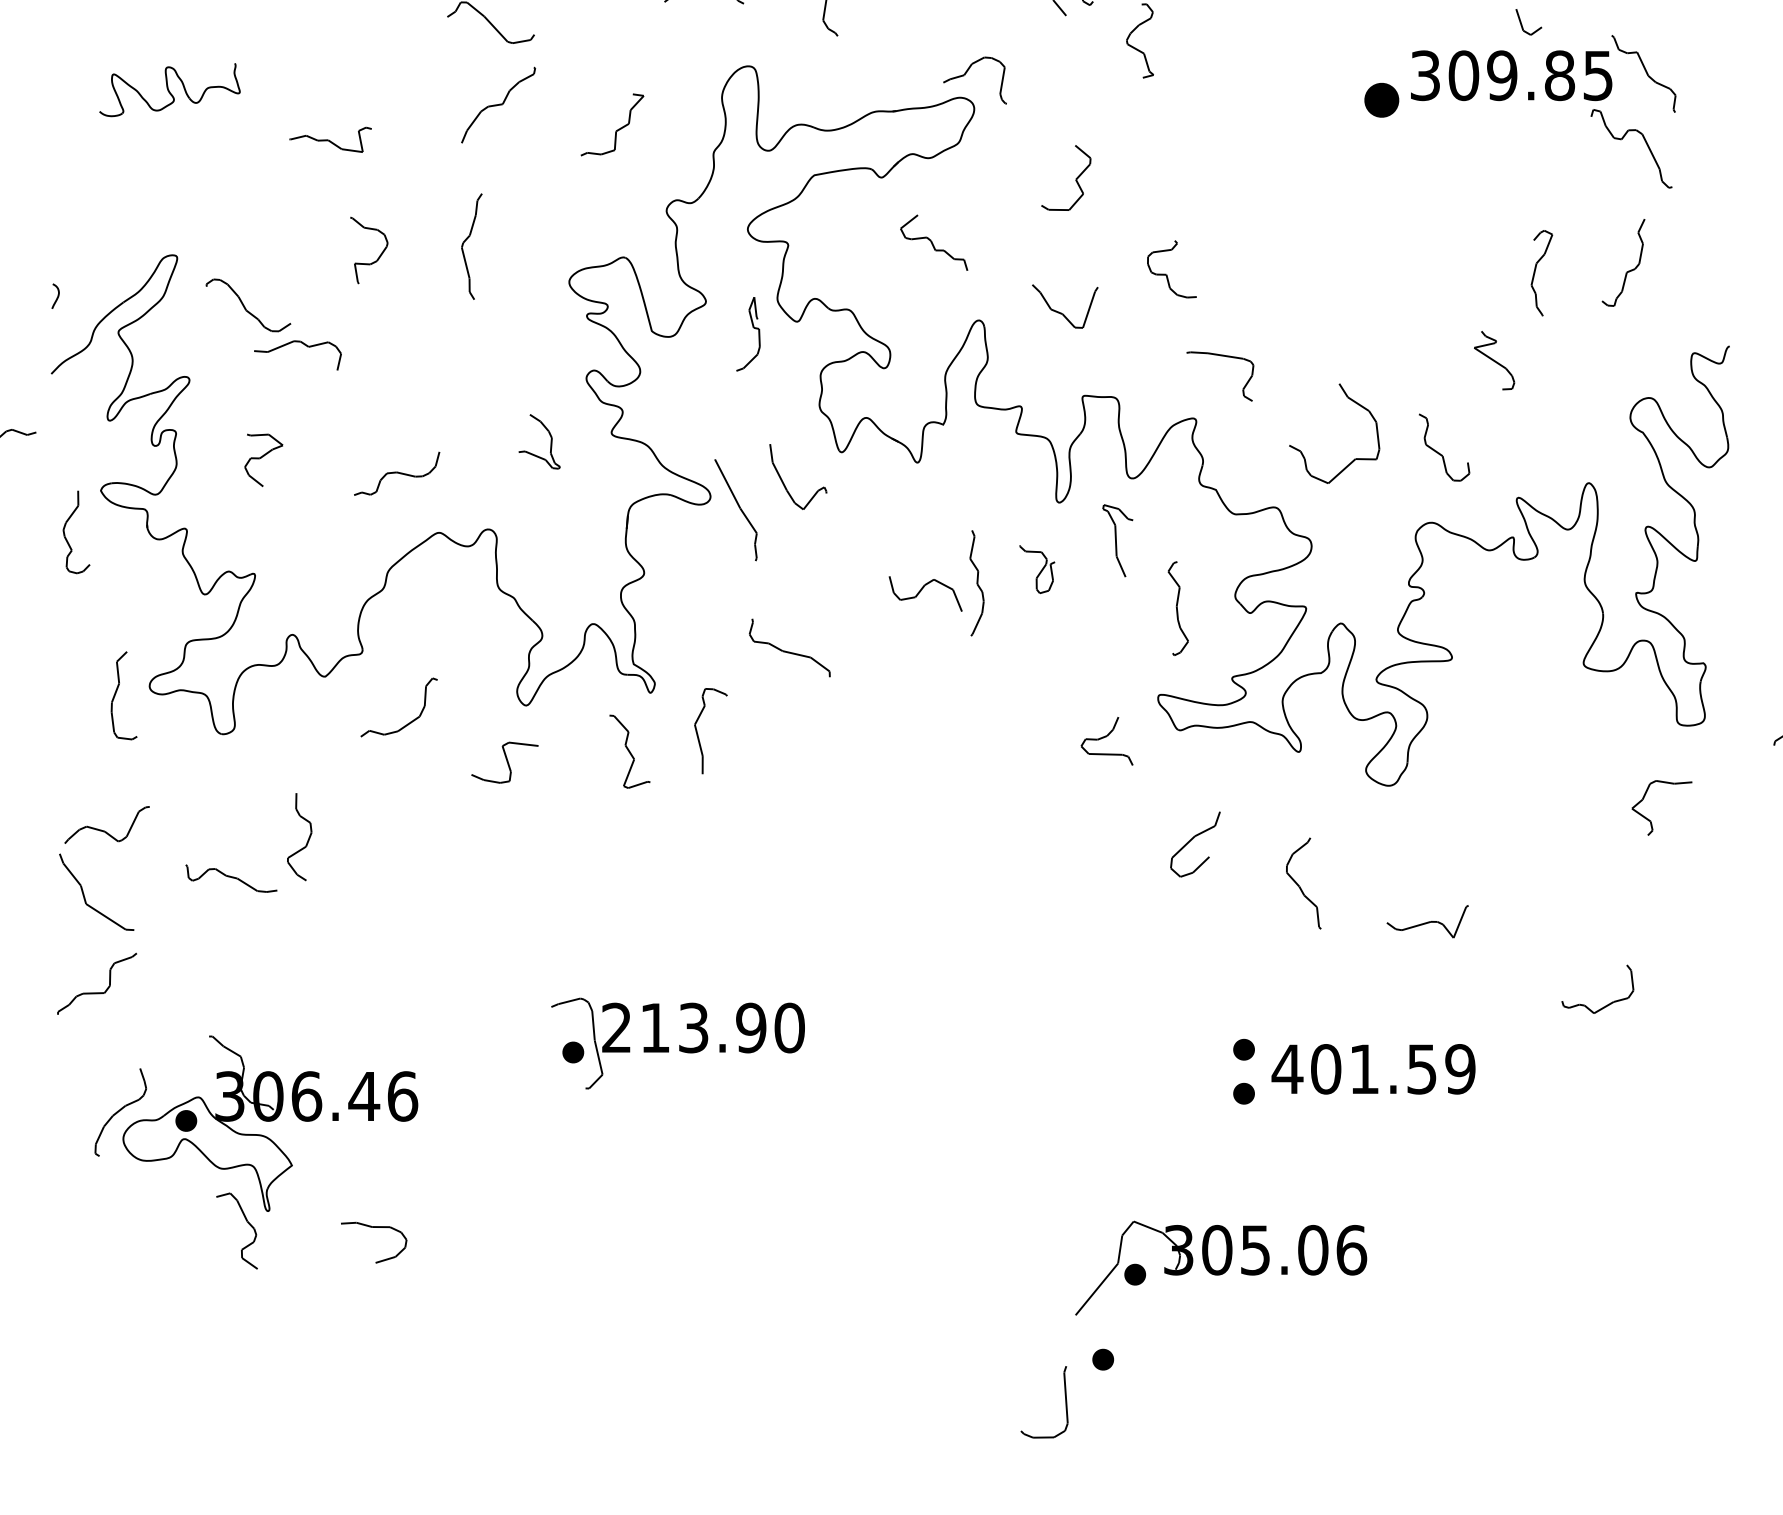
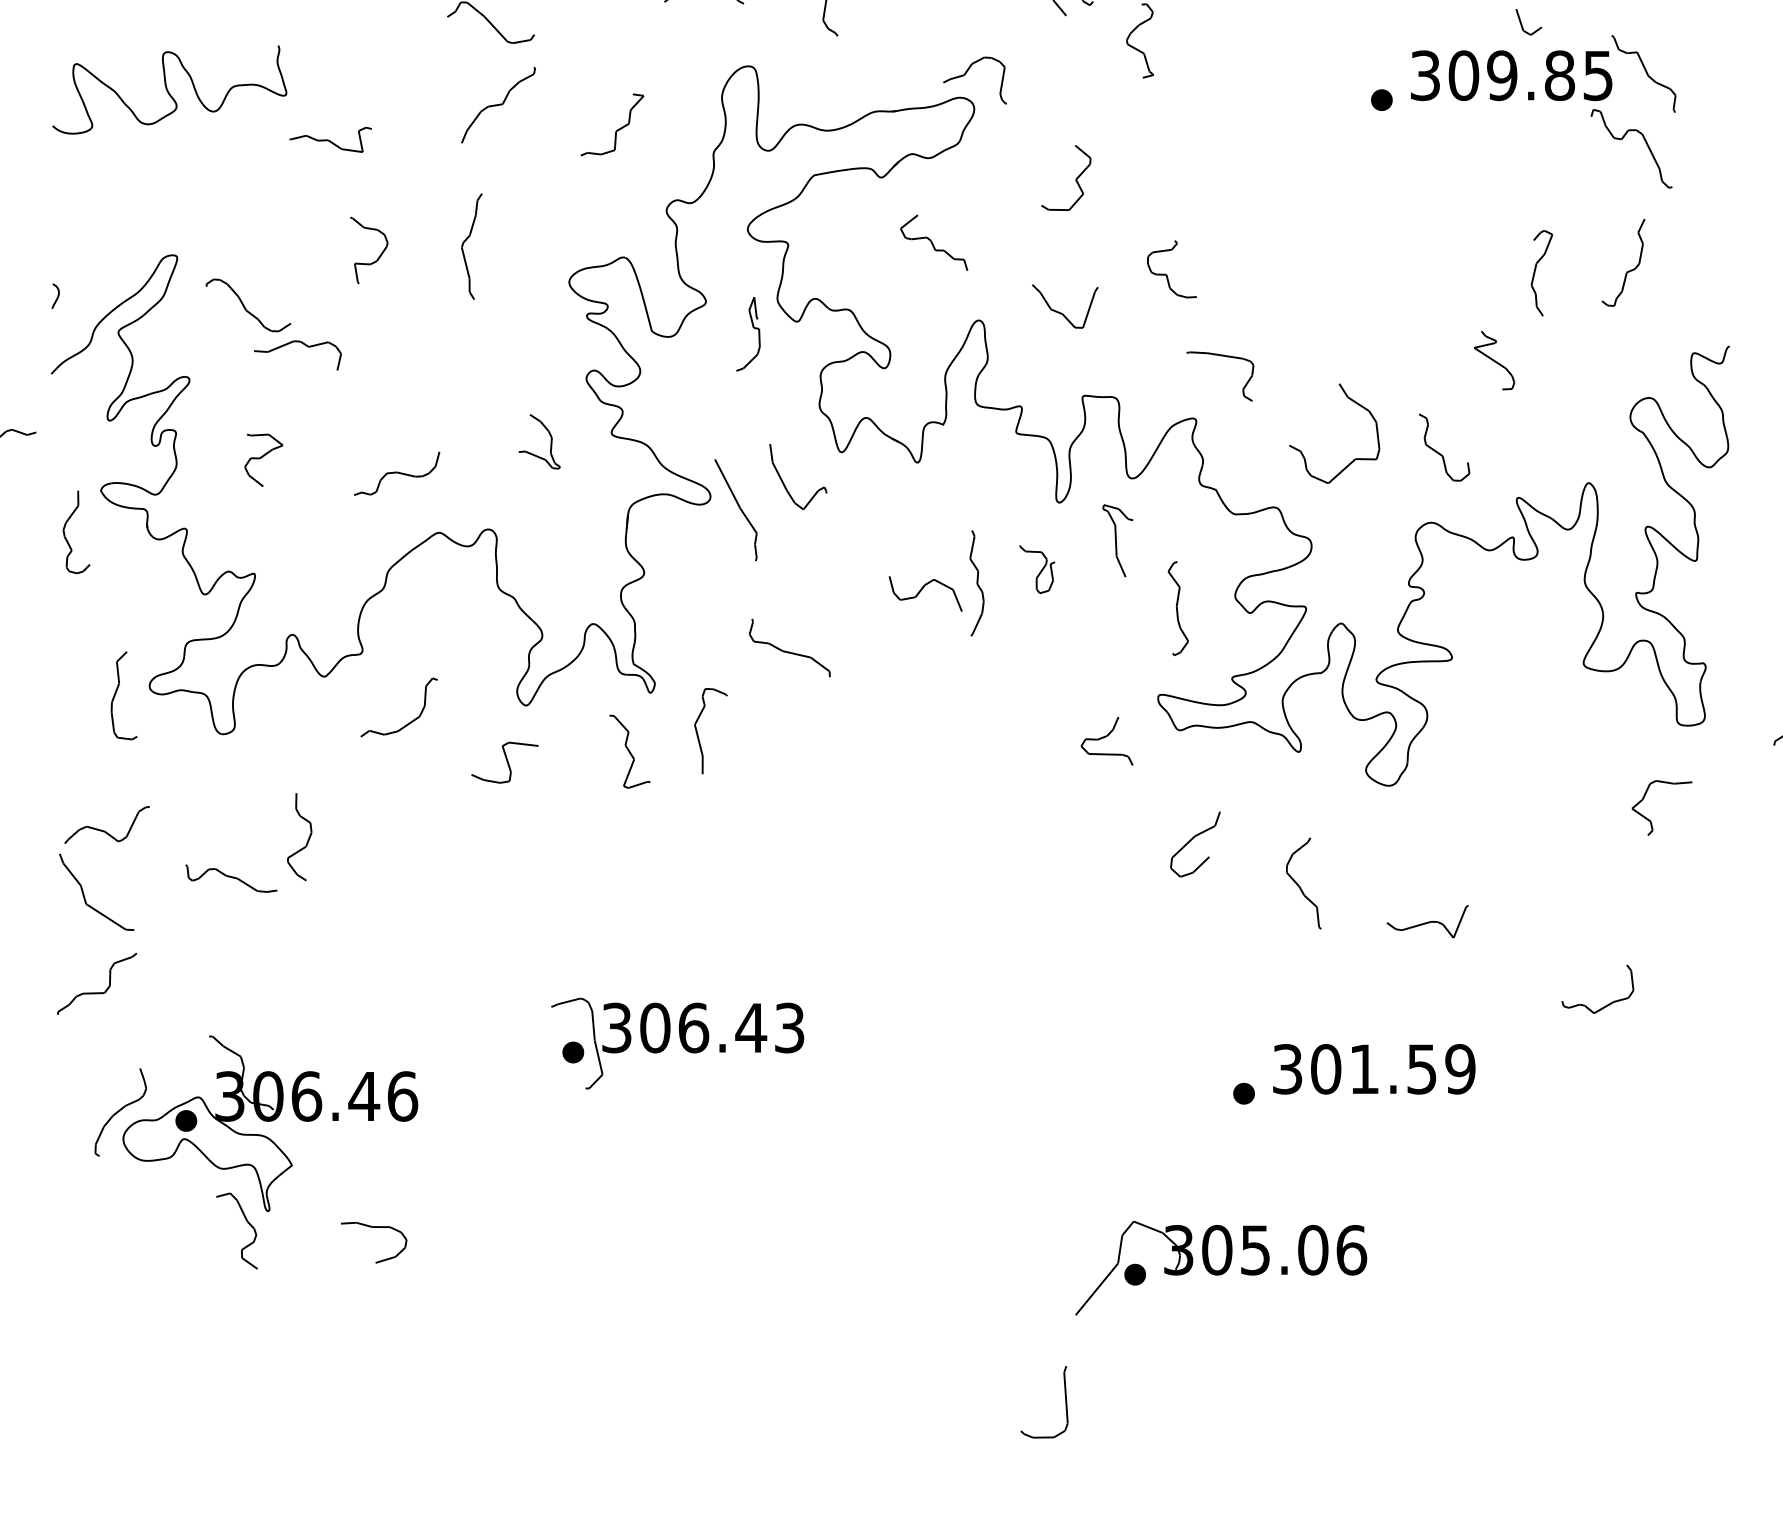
part at (169, 90) size: 142x55 px -> 236x90 px
part at (1381, 100) size: 36x35 px -> 22x22 px
text at (703, 1027): 213.90 -> 306.43
part at (1243, 1049): present -> none
text at (1287, 1069): 401.59 -> 301.59
part at (1103, 1359): present -> none
